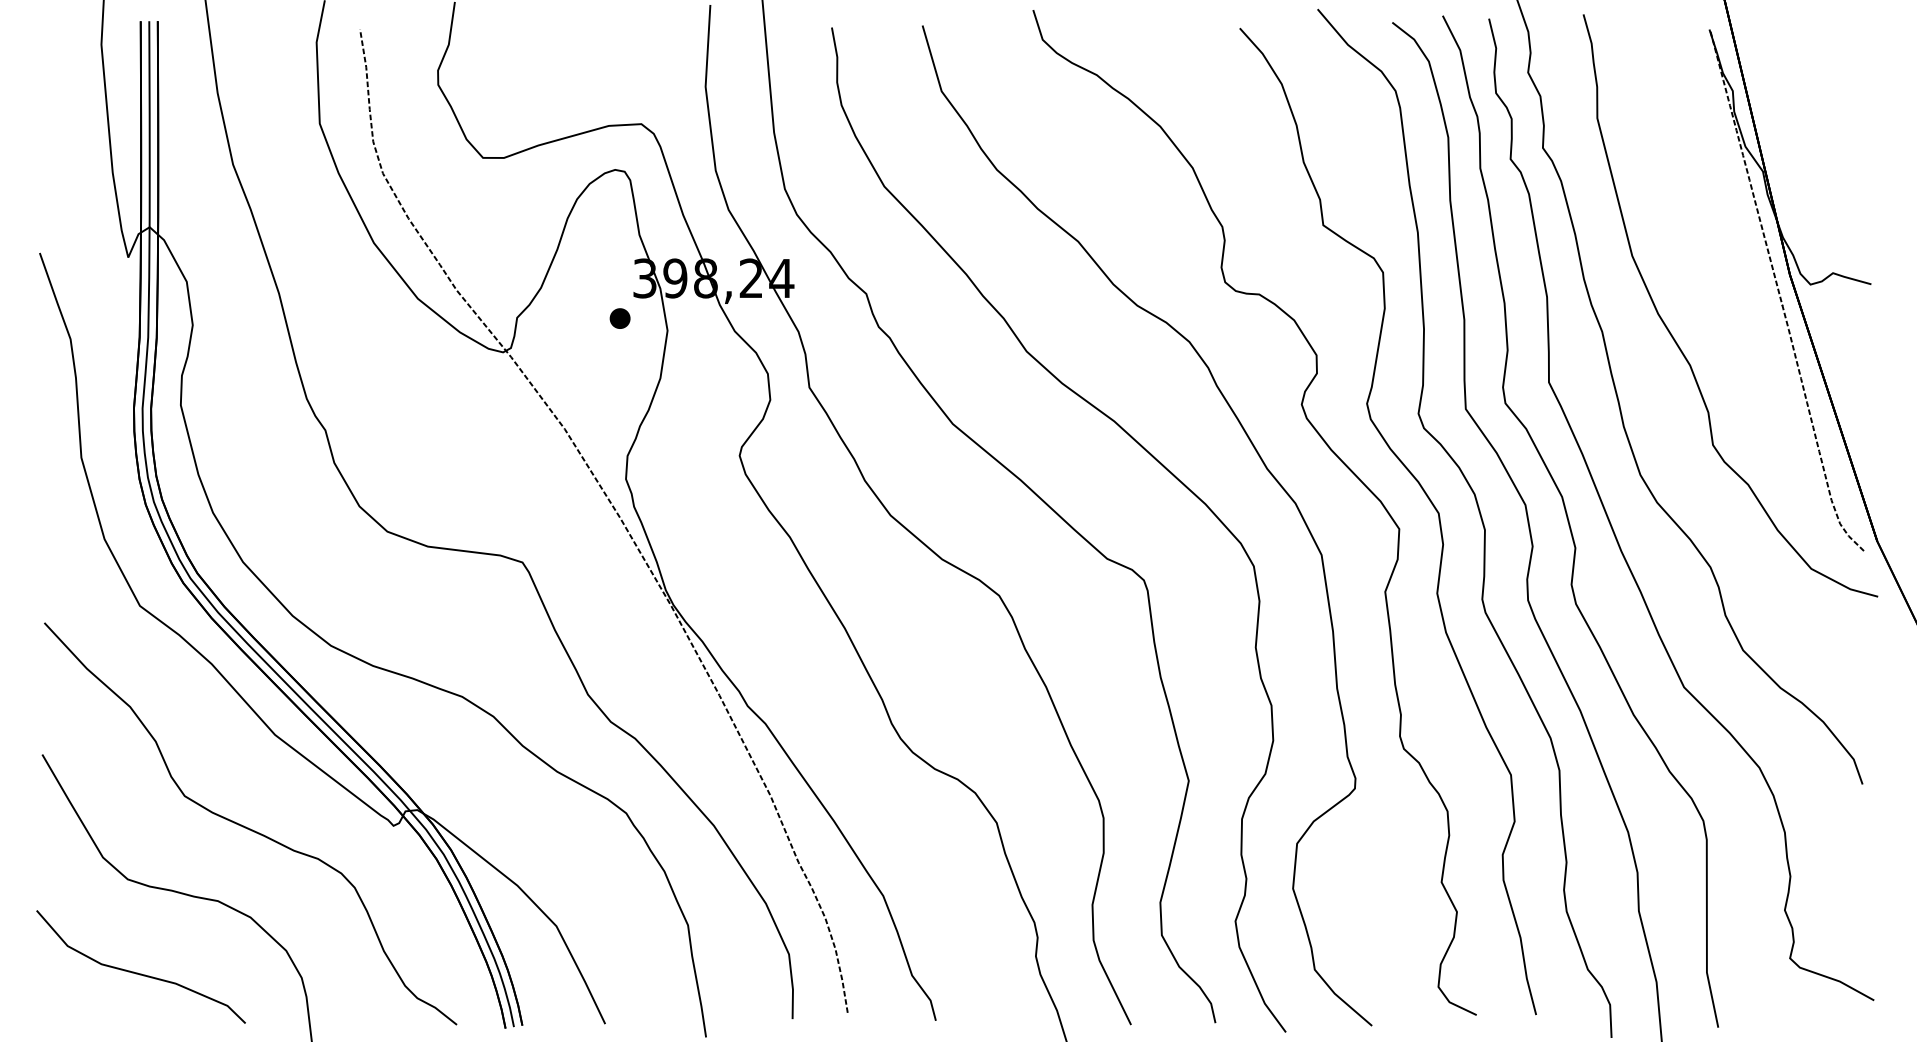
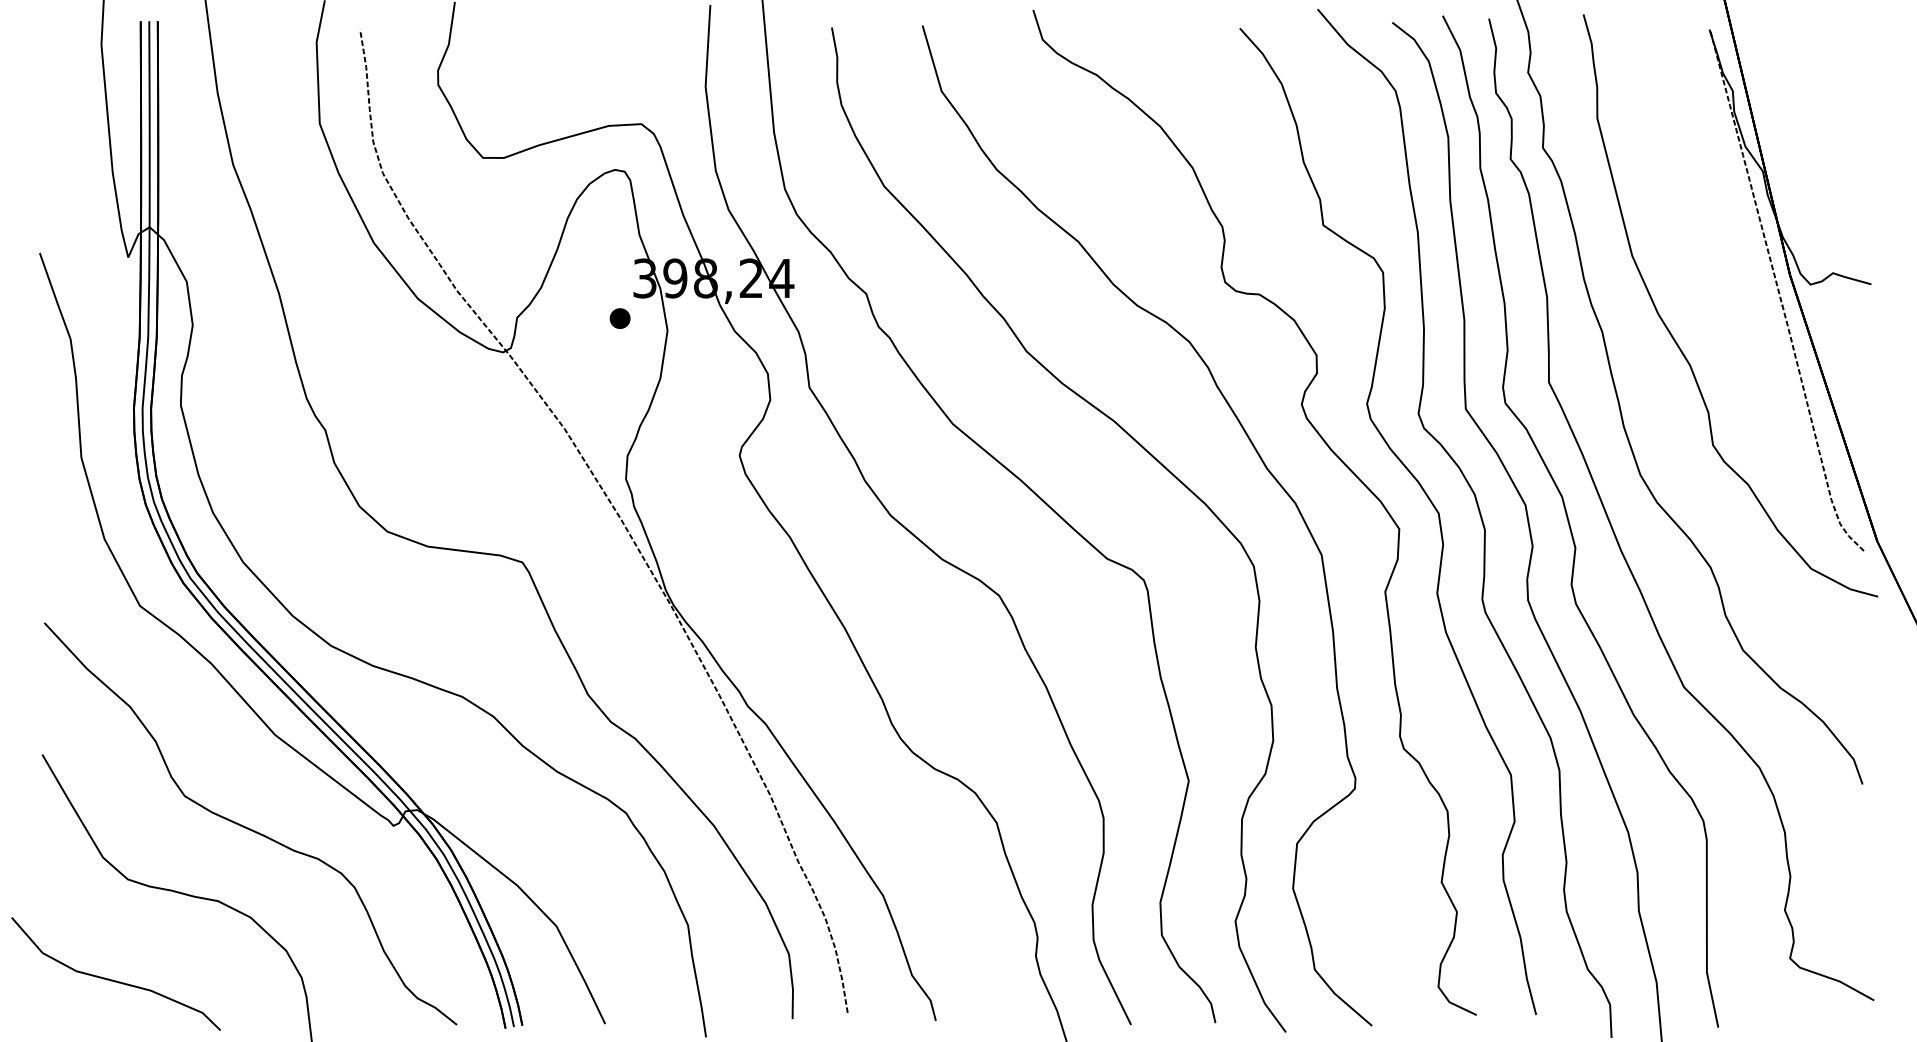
curve at (137, 972) position: (137, 972) -> (112, 979)
